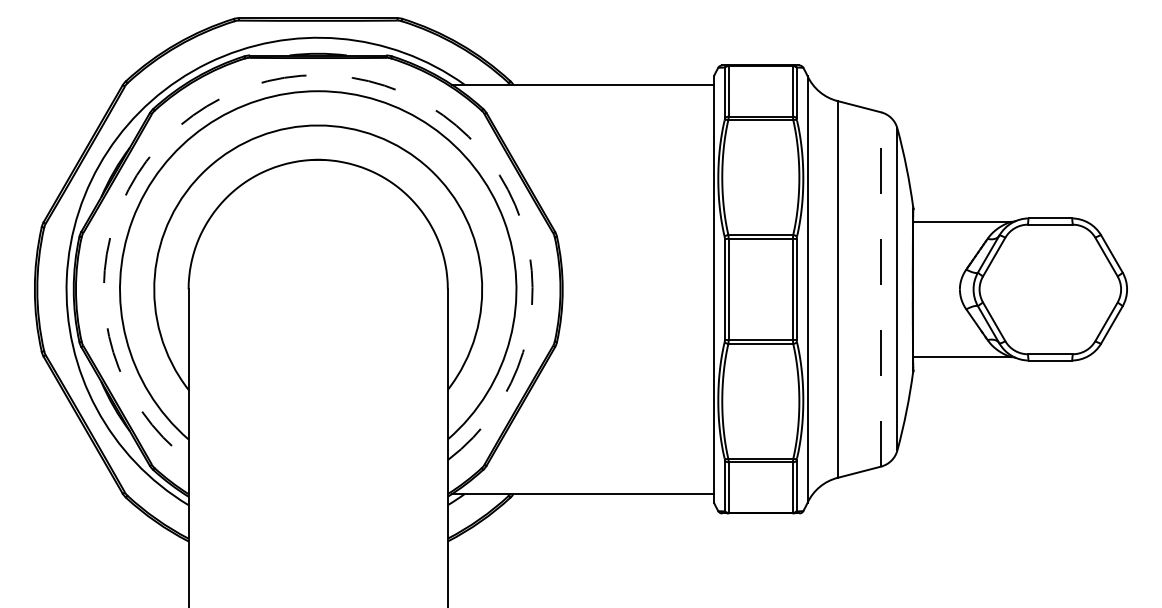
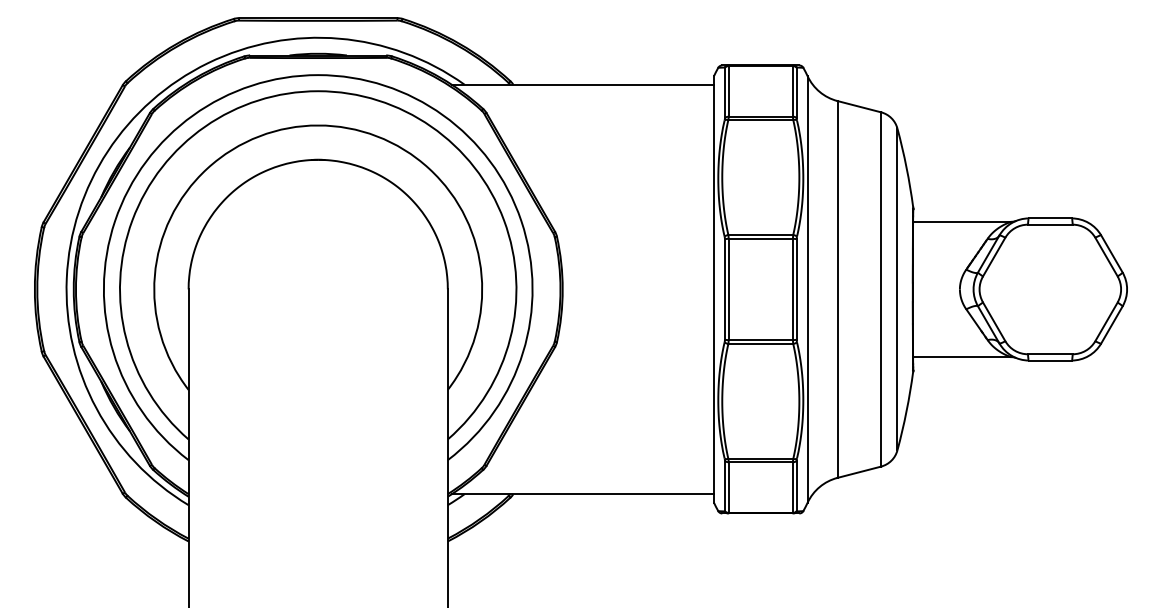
arc at (318, 75): dashed -> solid
line at (881, 288): dashed -> solid
